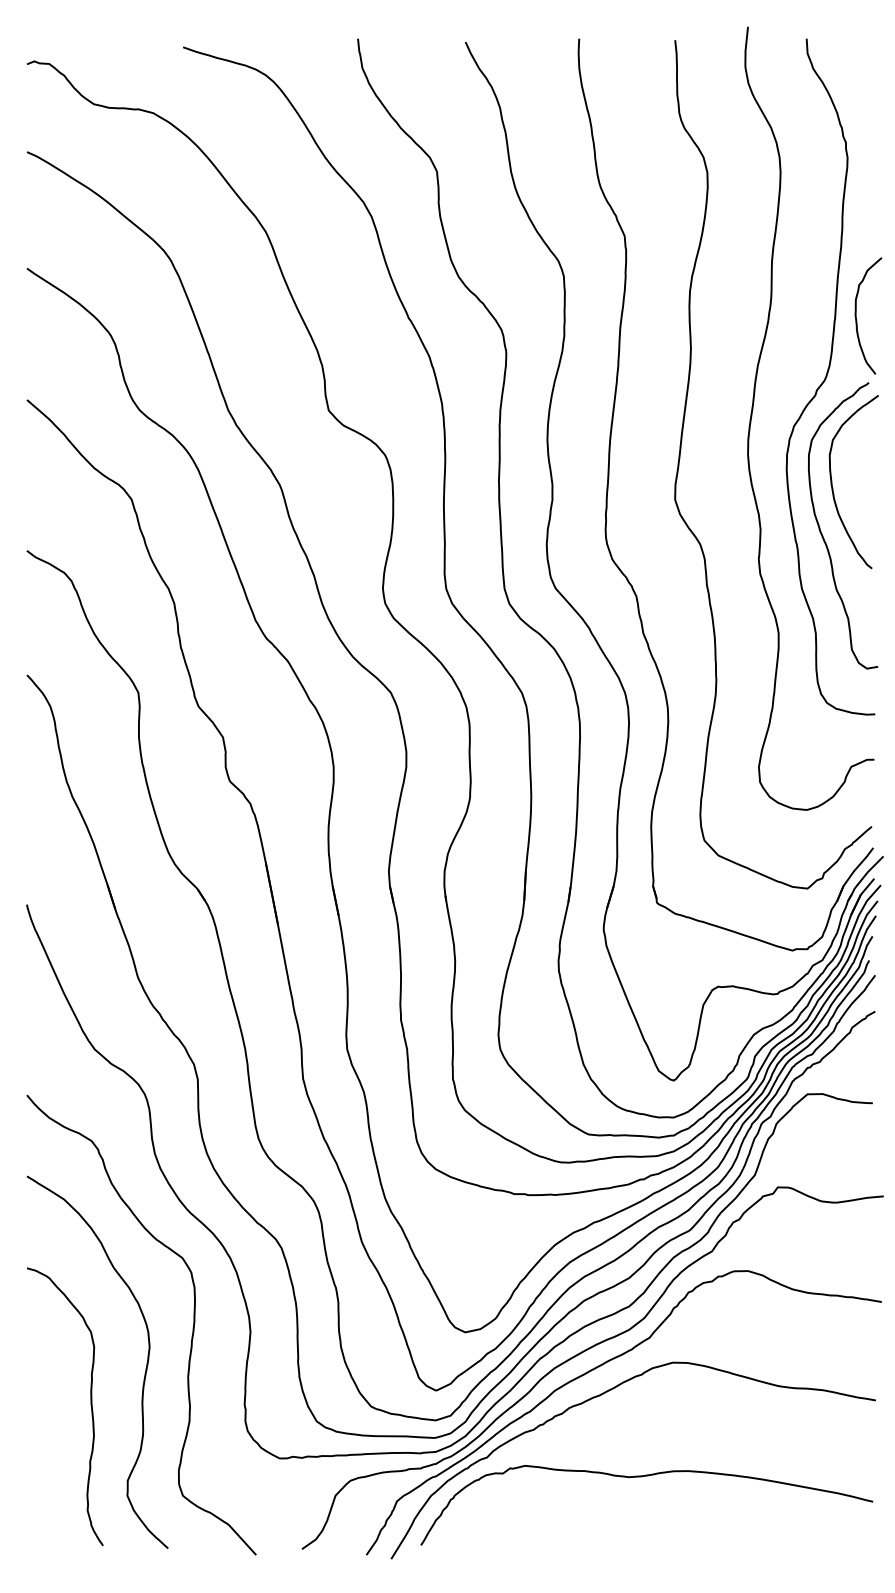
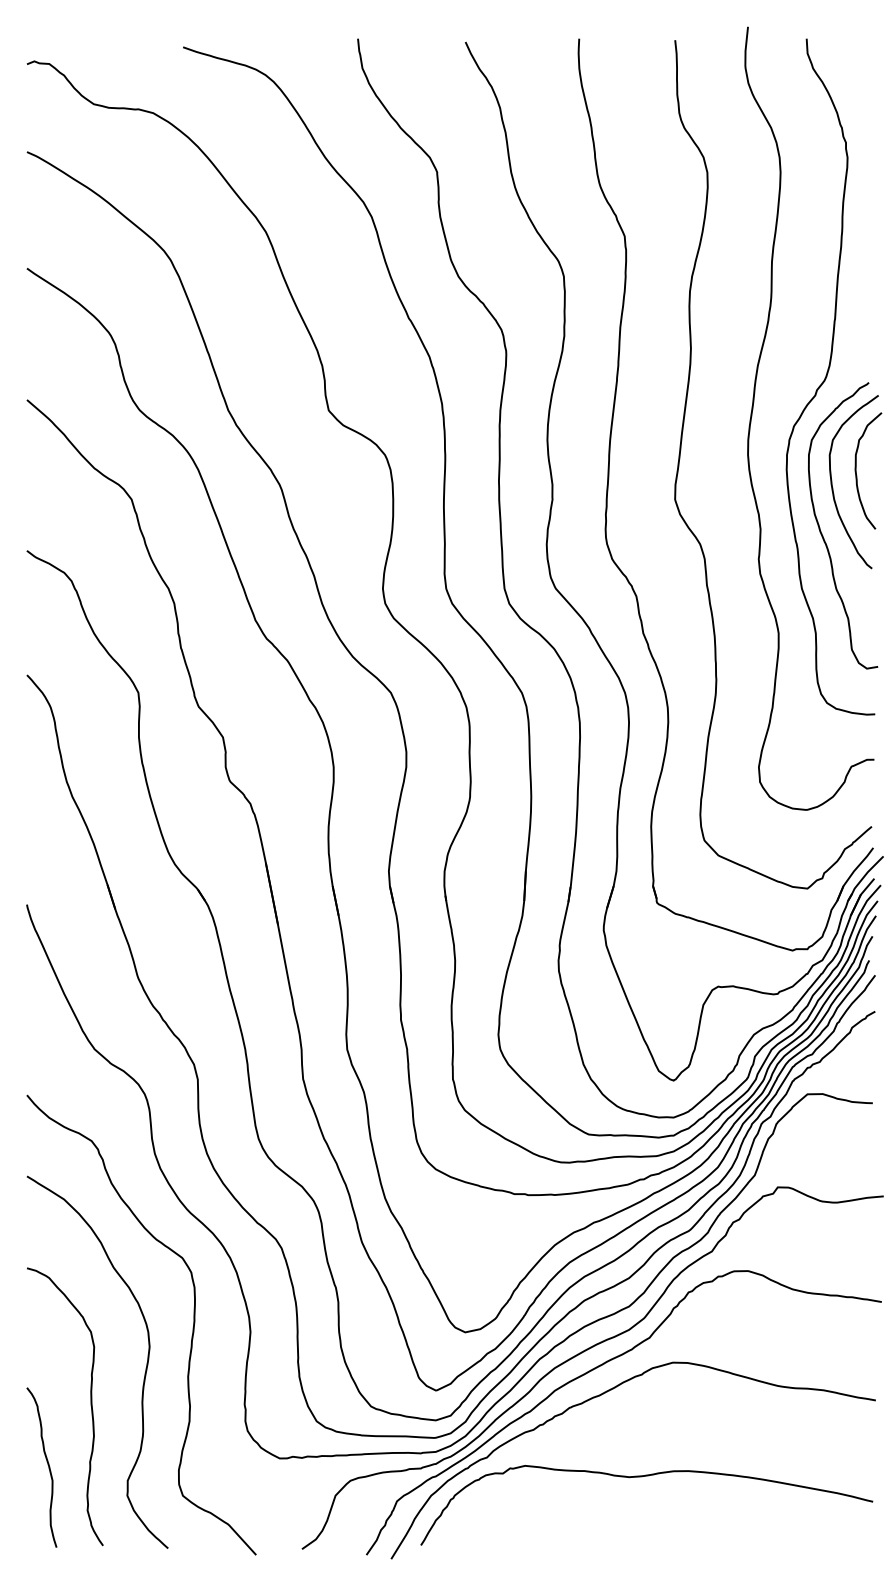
curve at (856, 315) position: (856, 315) -> (856, 470)
curve at (47, 1465): none -> present
